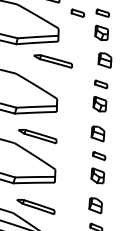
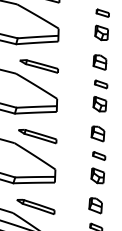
part at (77, 12): present -> none
part at (104, 60) position: (104, 60) -> (99, 62)
part at (52, 61) position: (52, 61) -> (38, 66)
